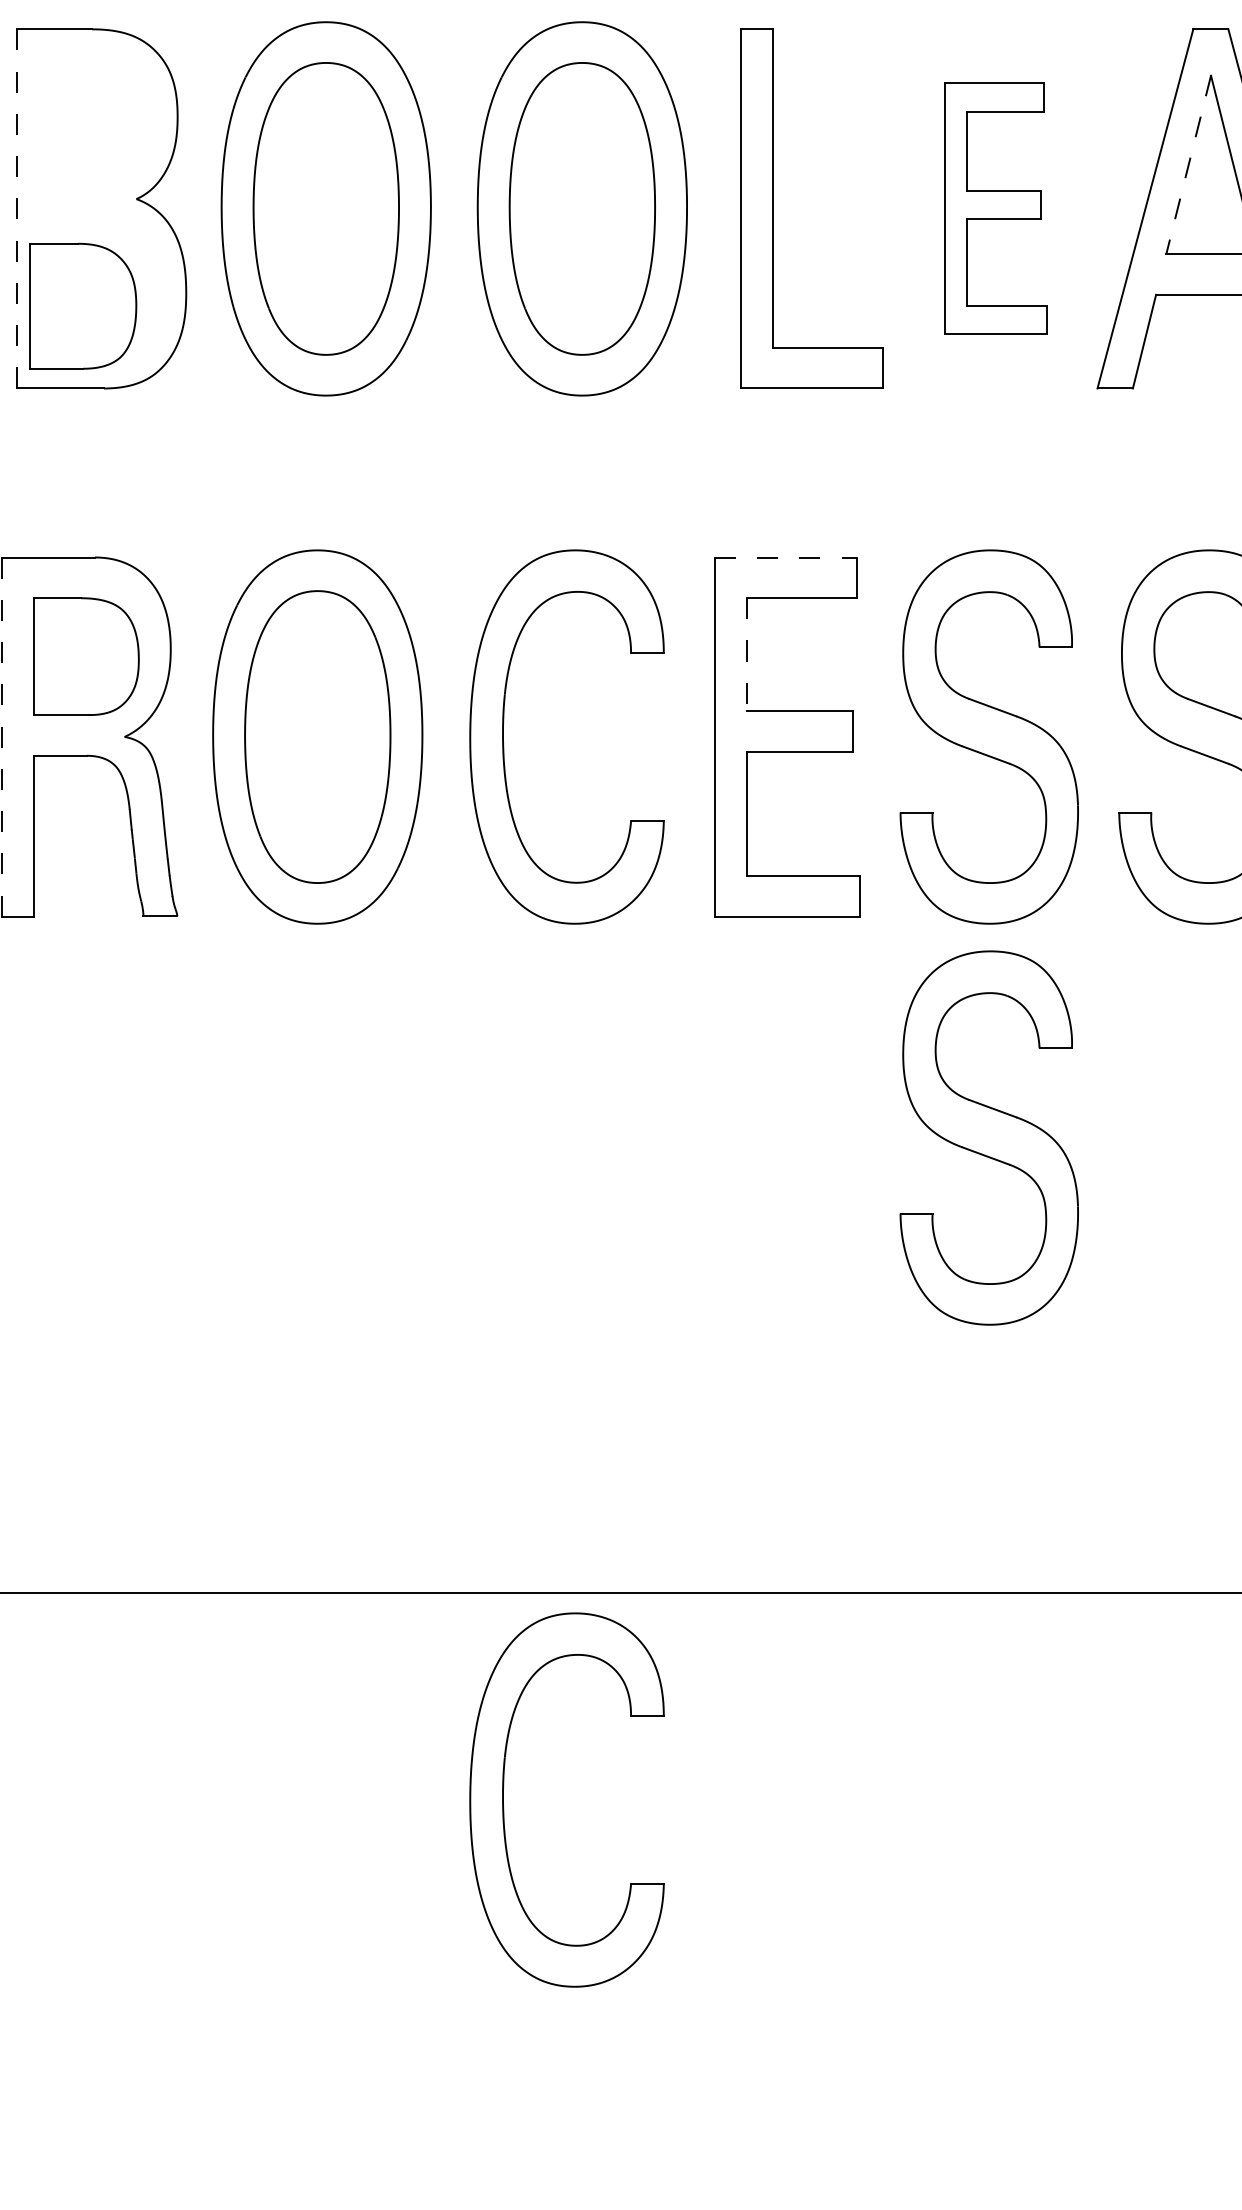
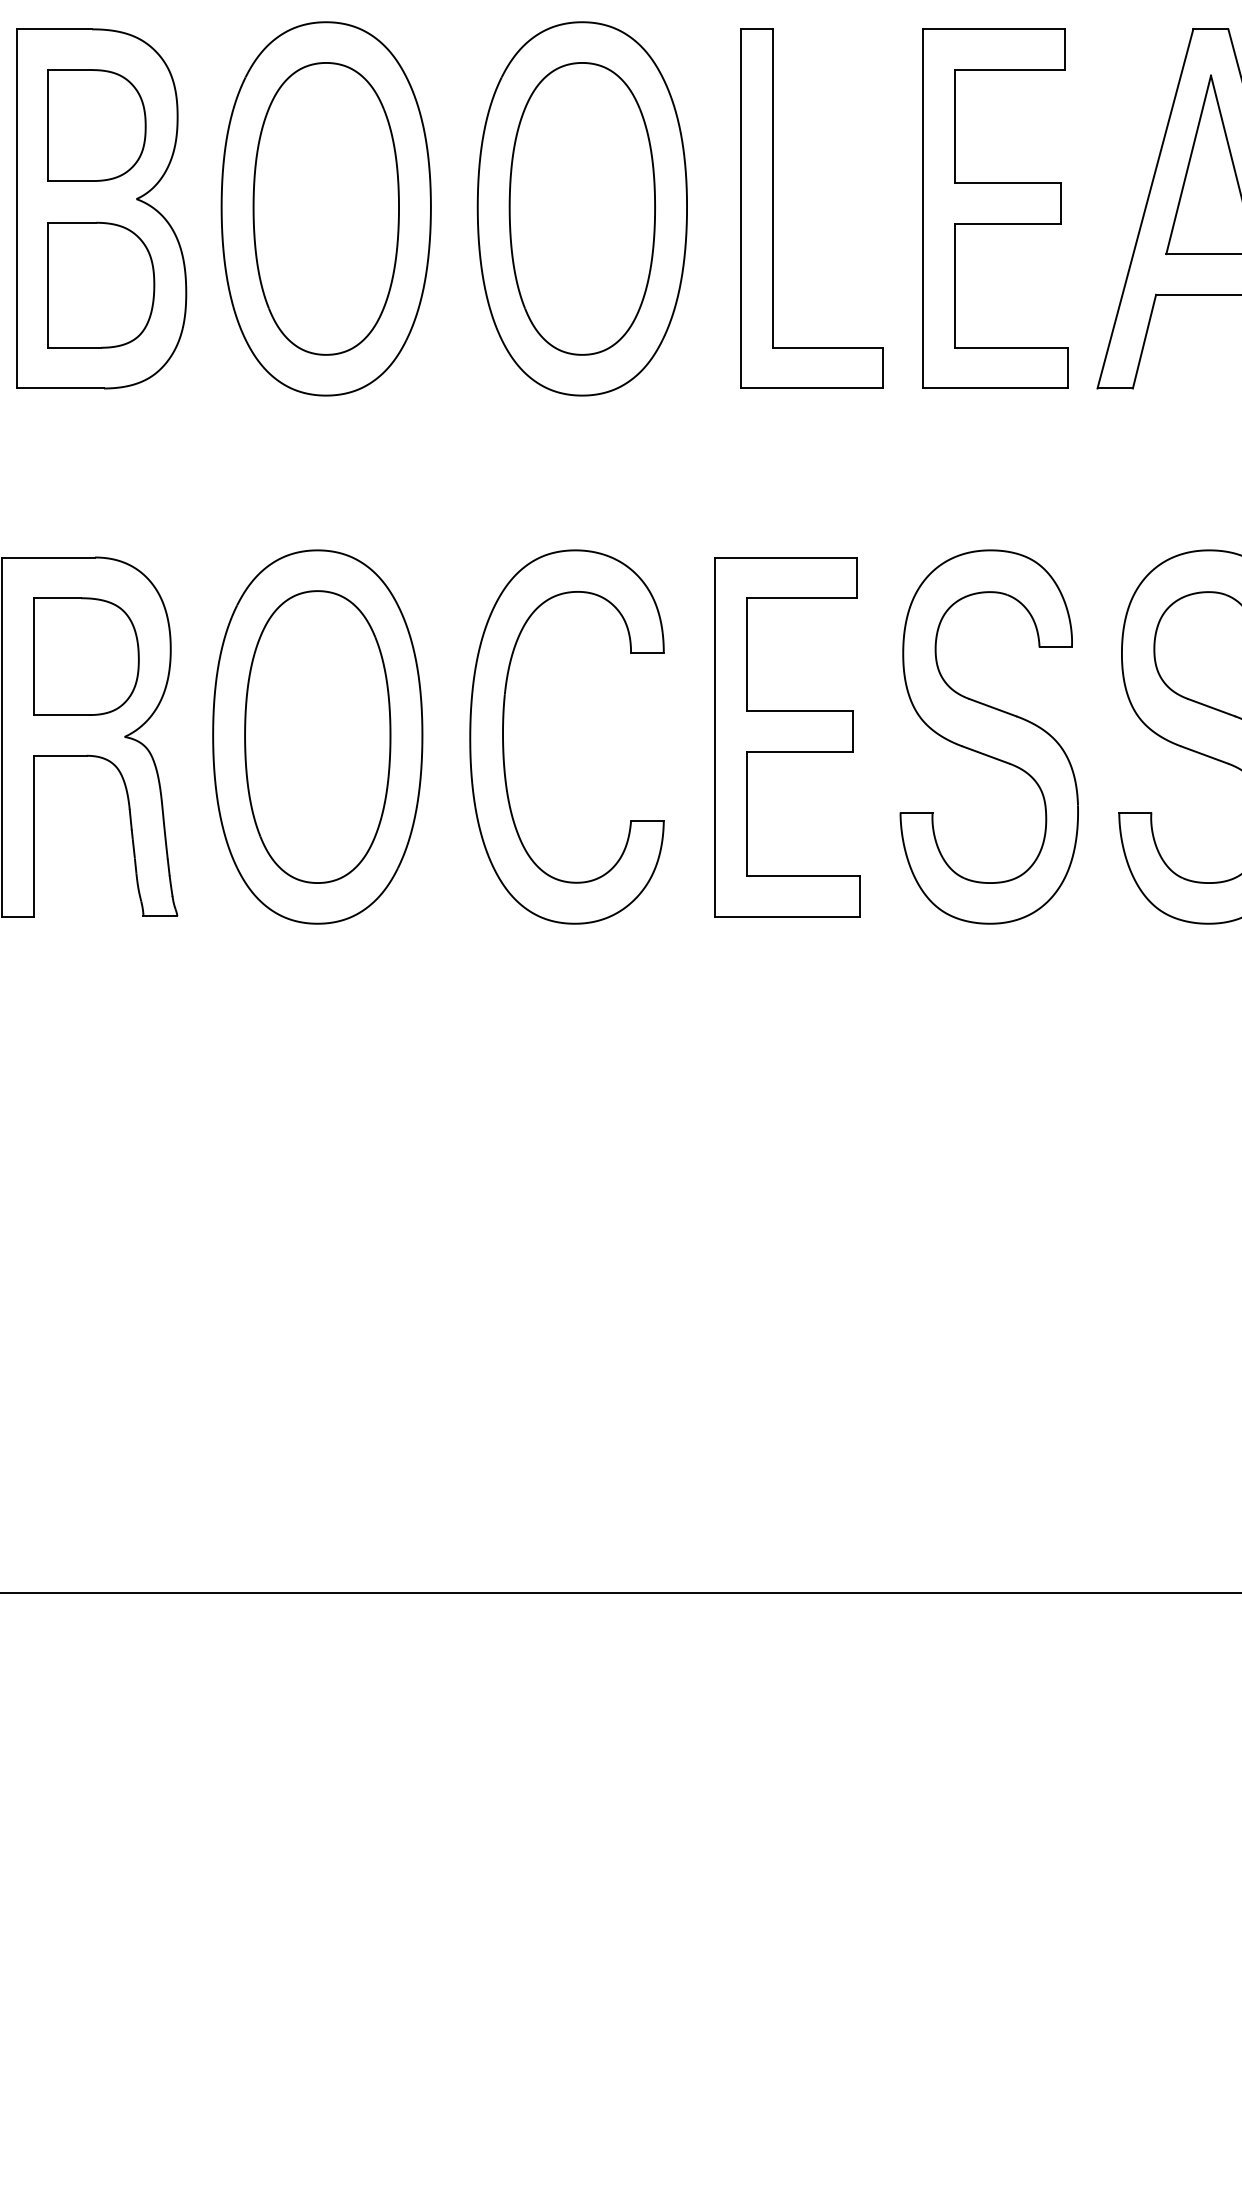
part at (96, 125): none -> present
line at (1188, 164): dashed -> solid
line at (16, 208): dashed -> solid
part at (995, 208) size: 104x253 px -> 147x361 px
part at (83, 305) position: (83, 305) -> (101, 284)
line at (786, 557): dashed -> solid
line at (746, 654): dashed -> solid
line at (2, 737): dashed -> solid
part at (988, 1137): present -> none
part at (504, 1808): present -> none
